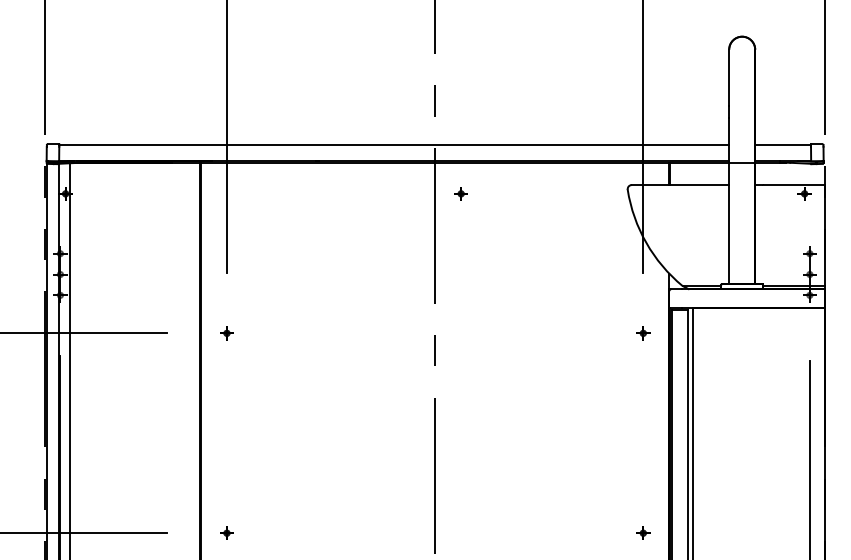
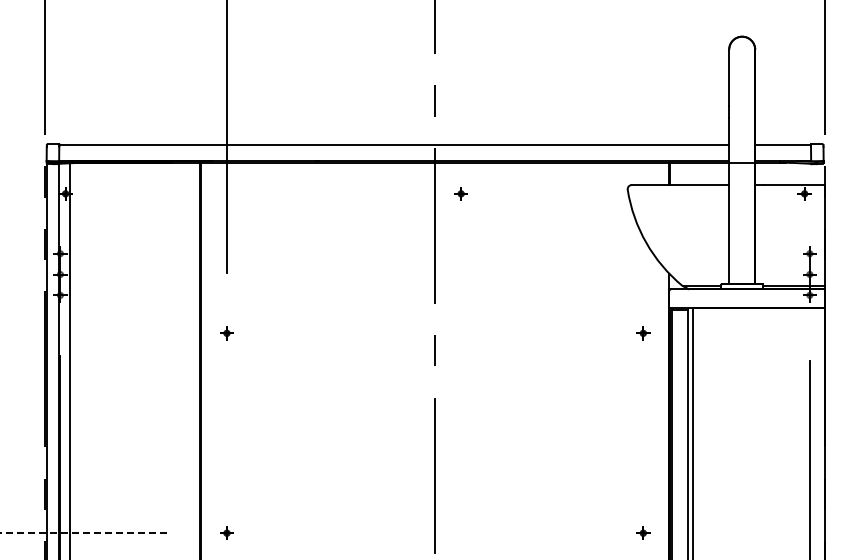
line at (643, 137): present -> none
line at (84, 333): present -> none
line at (82, 533): solid -> dashed
